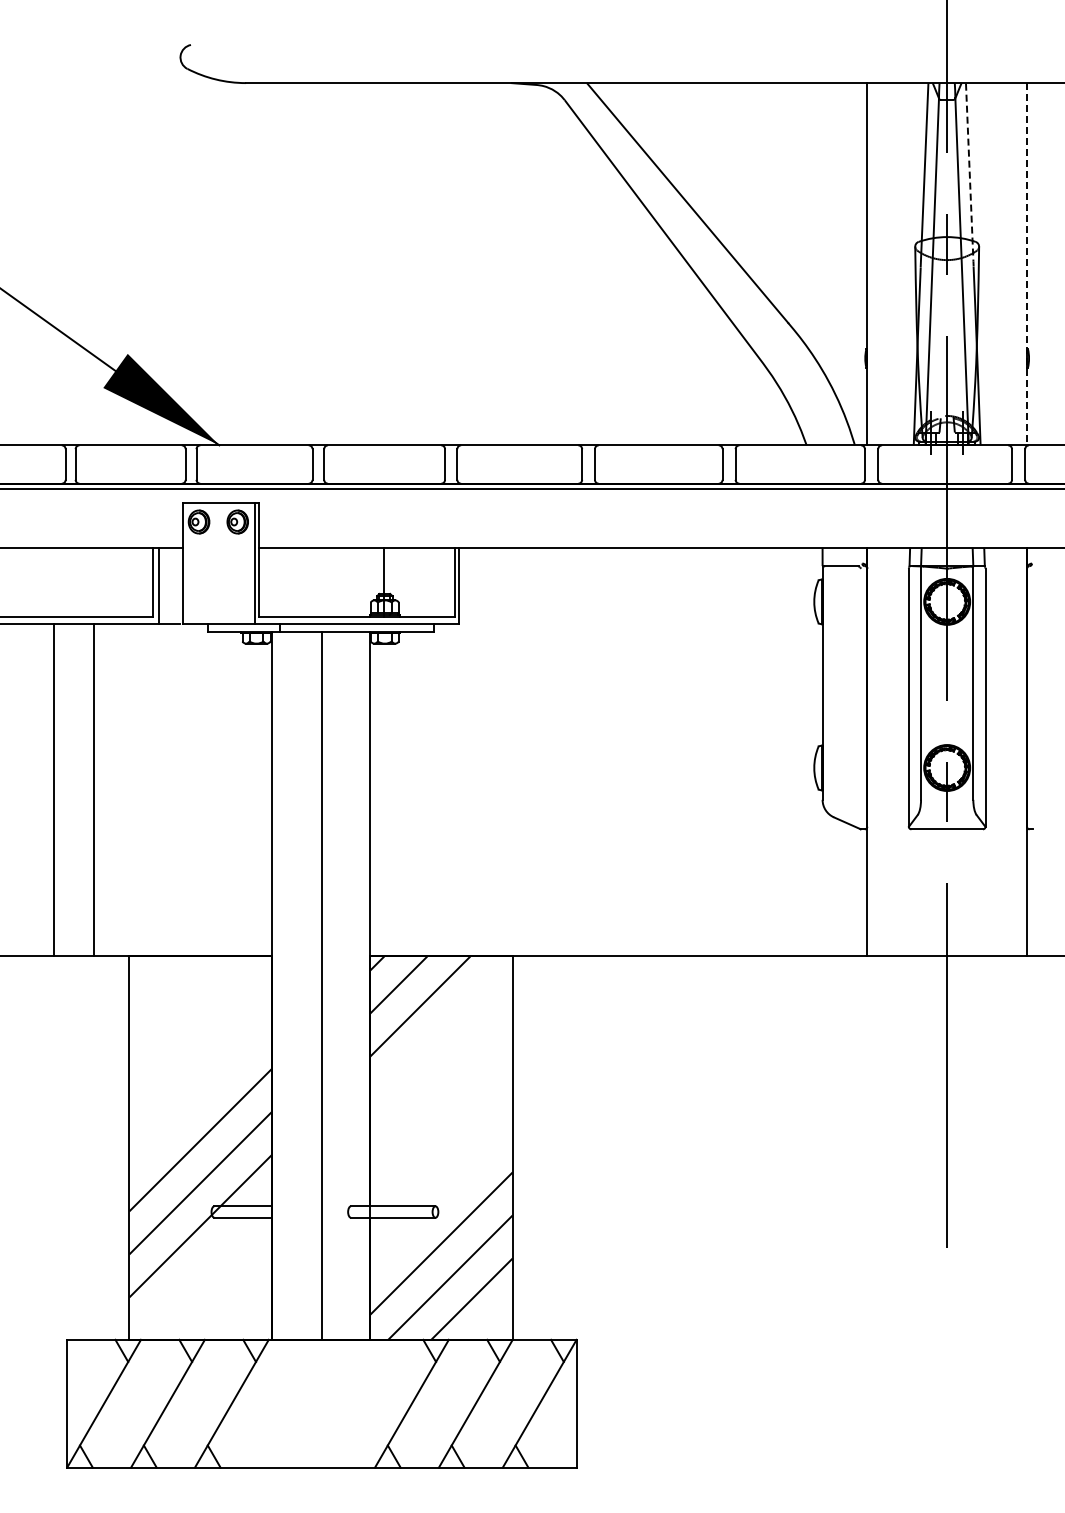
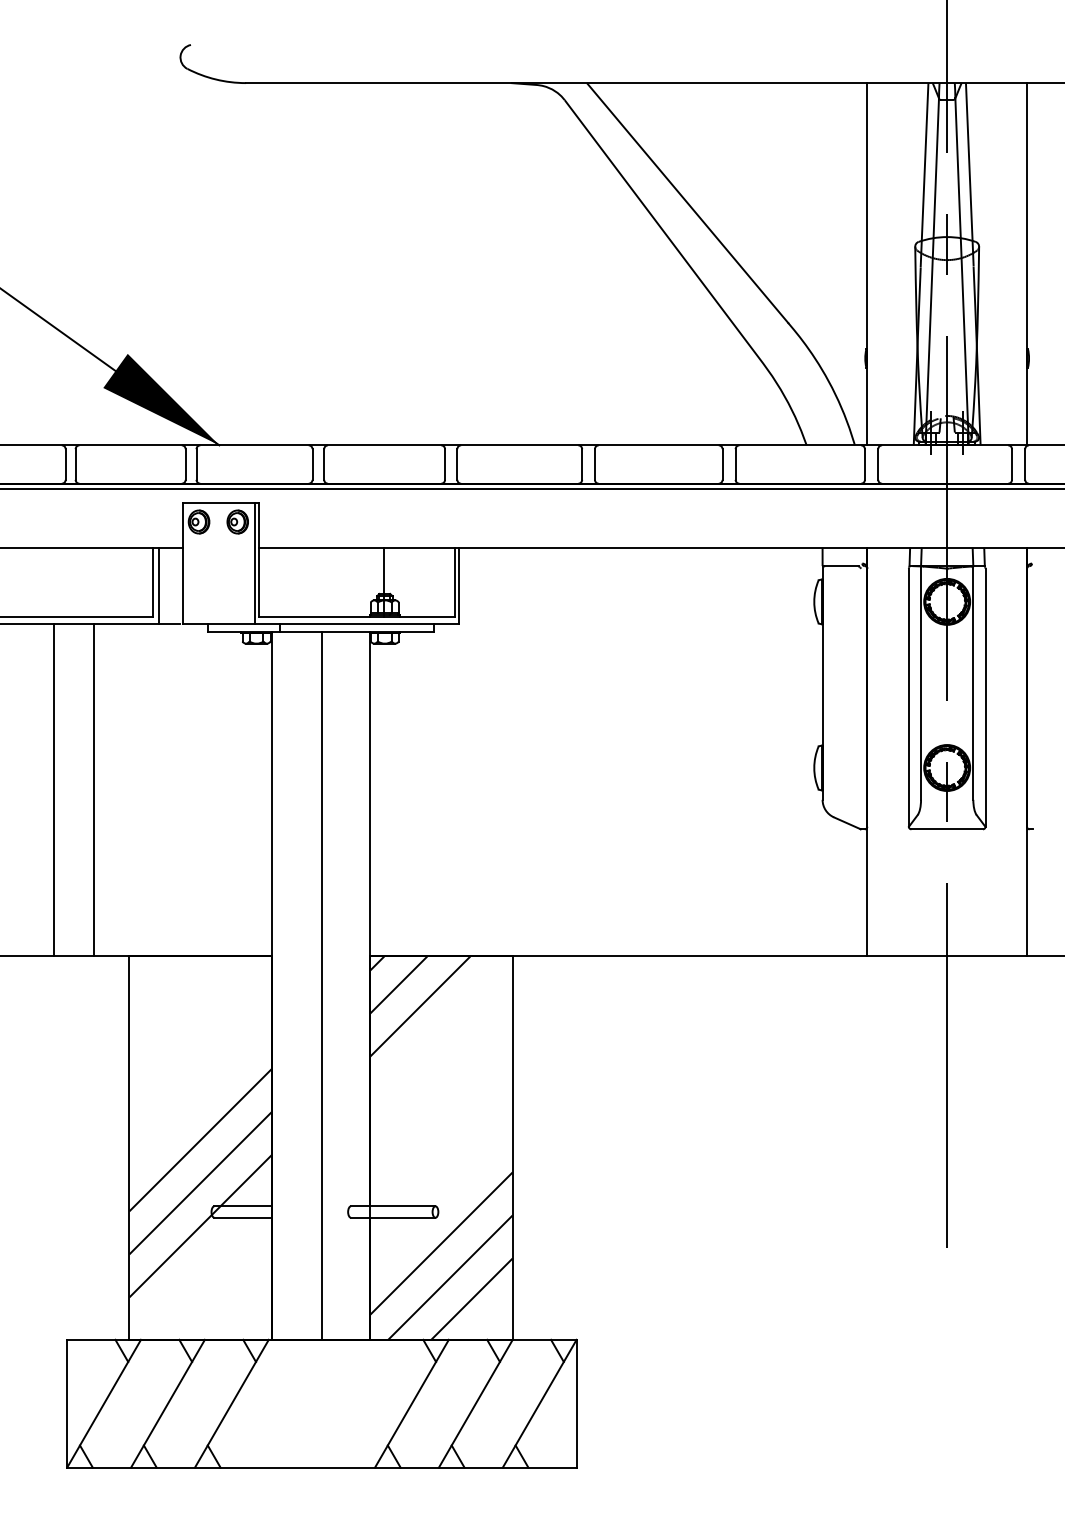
line at (969, 174): dashed -> solid
line at (1027, 264): dashed -> solid
